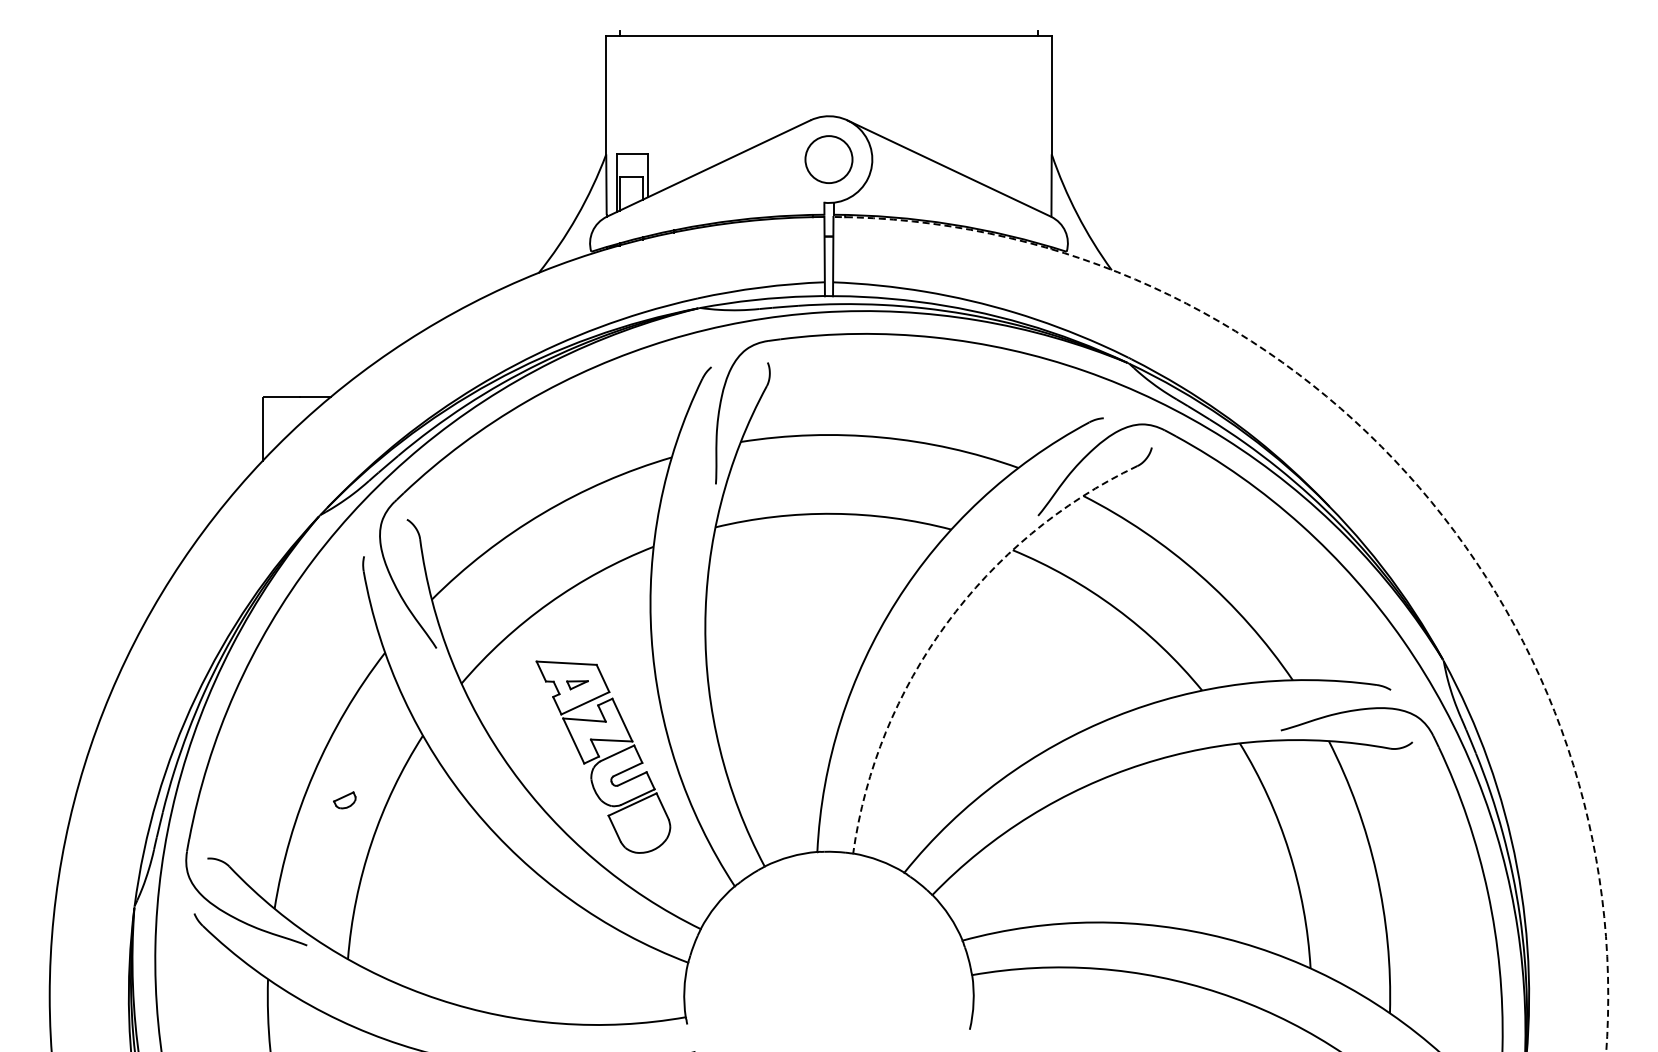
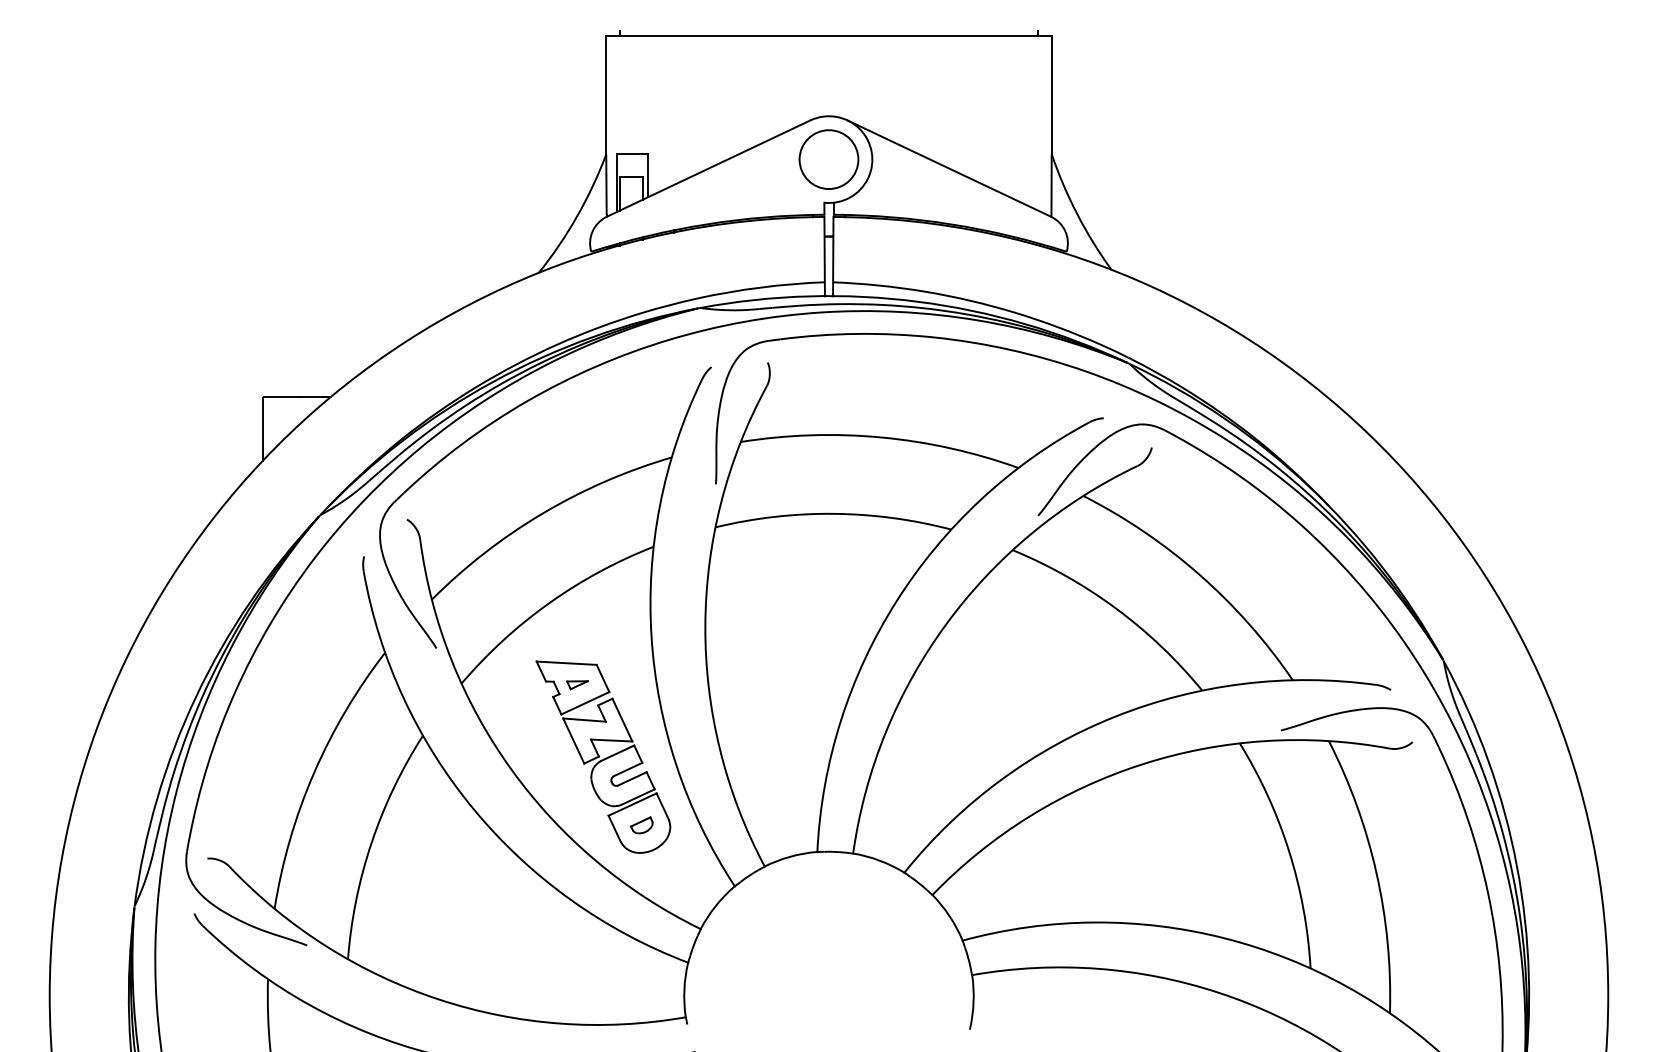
circle at (828, 159) diameter: 47 px -> 59 px
arc at (1400, 466): dashed -> solid
arc at (946, 624): dashed -> solid
part at (344, 800) position: (344, 800) -> (641, 825)
